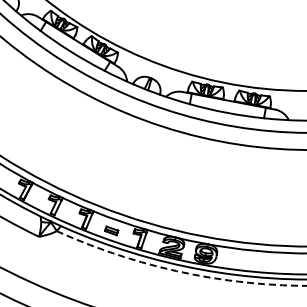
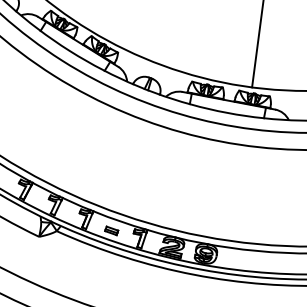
line at (257, 44): none -> present
arc at (177, 271): dashed -> solid
